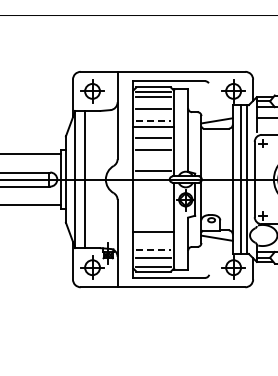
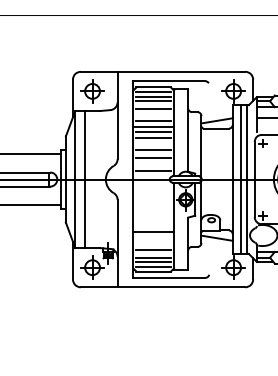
line at (153, 101): none -> present
line at (154, 120): dashed -> solid
line at (153, 131): none -> present
line at (153, 157): none -> present
line at (154, 250): dashed -> solid
line at (153, 261): none -> present
